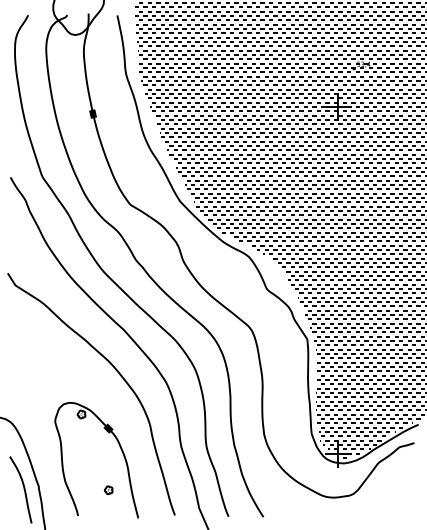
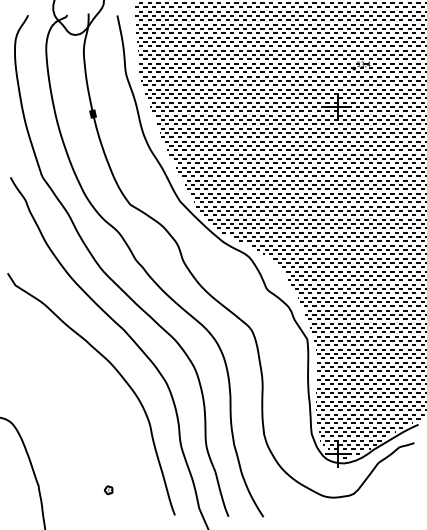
part at (119, 447): present -> none
curve at (23, 489): present -> none
